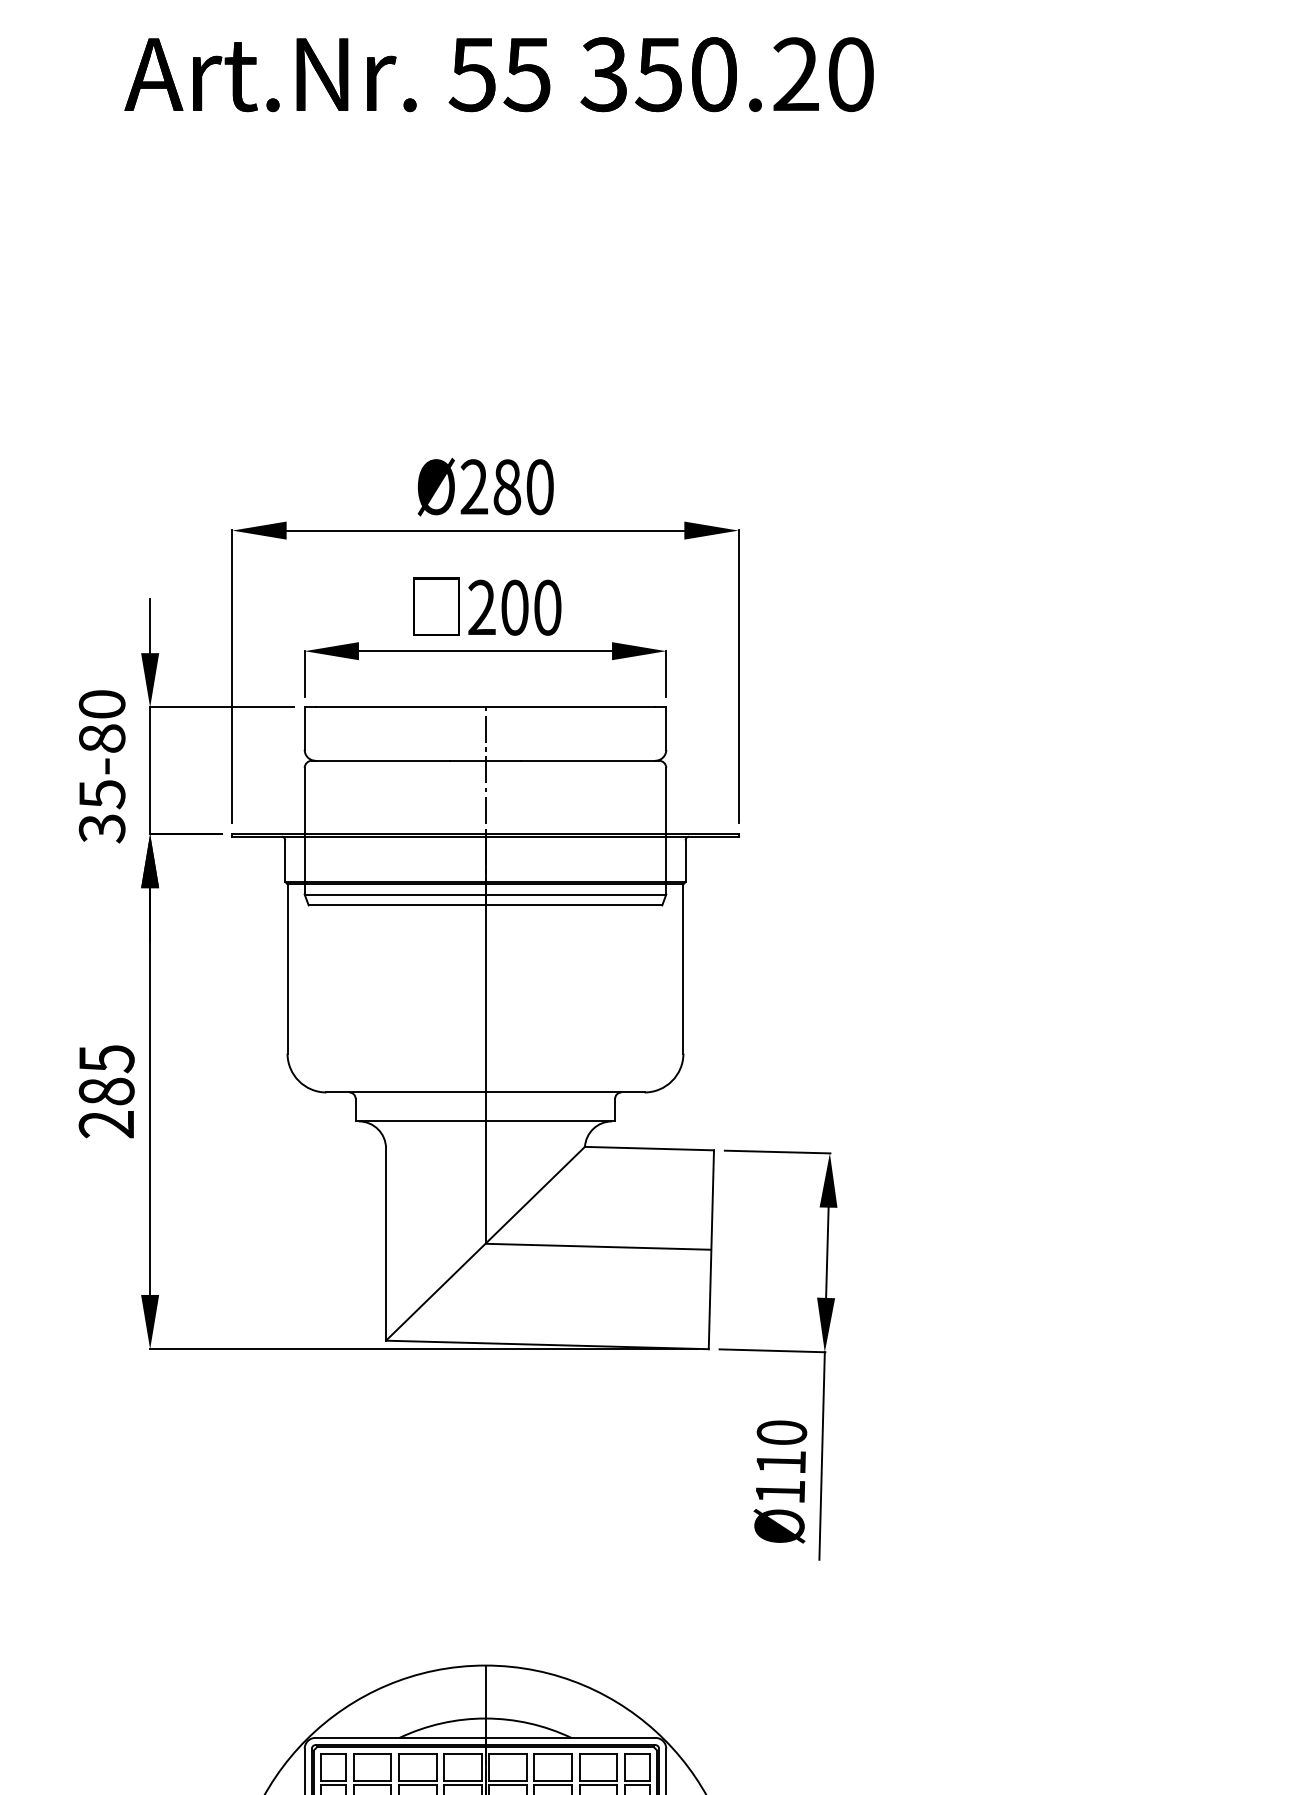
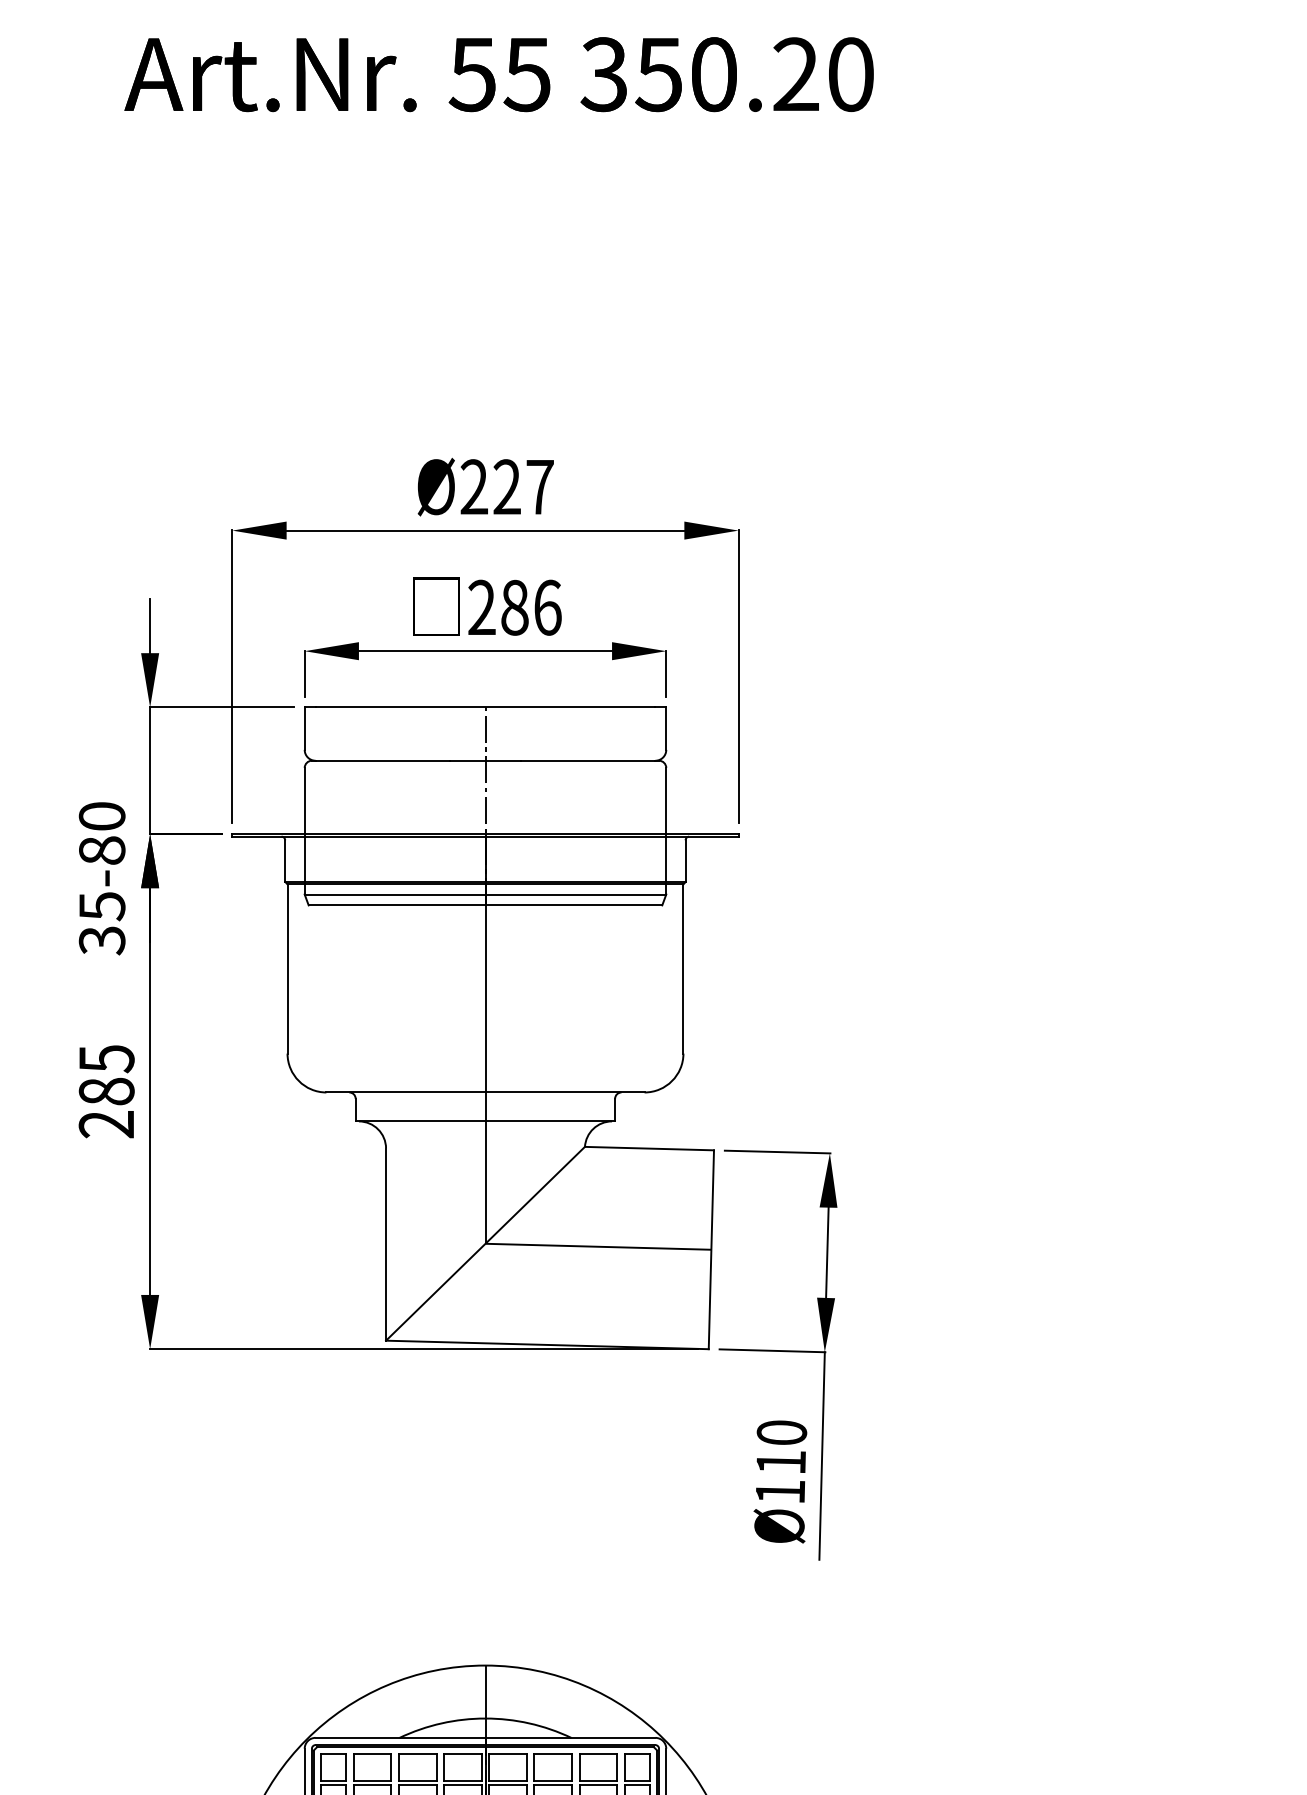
text at (523, 487): Ø280 -> Ø227
text at (531, 607): 200 -> 286
text at (101, 766) position: (101, 766) -> (101, 878)
